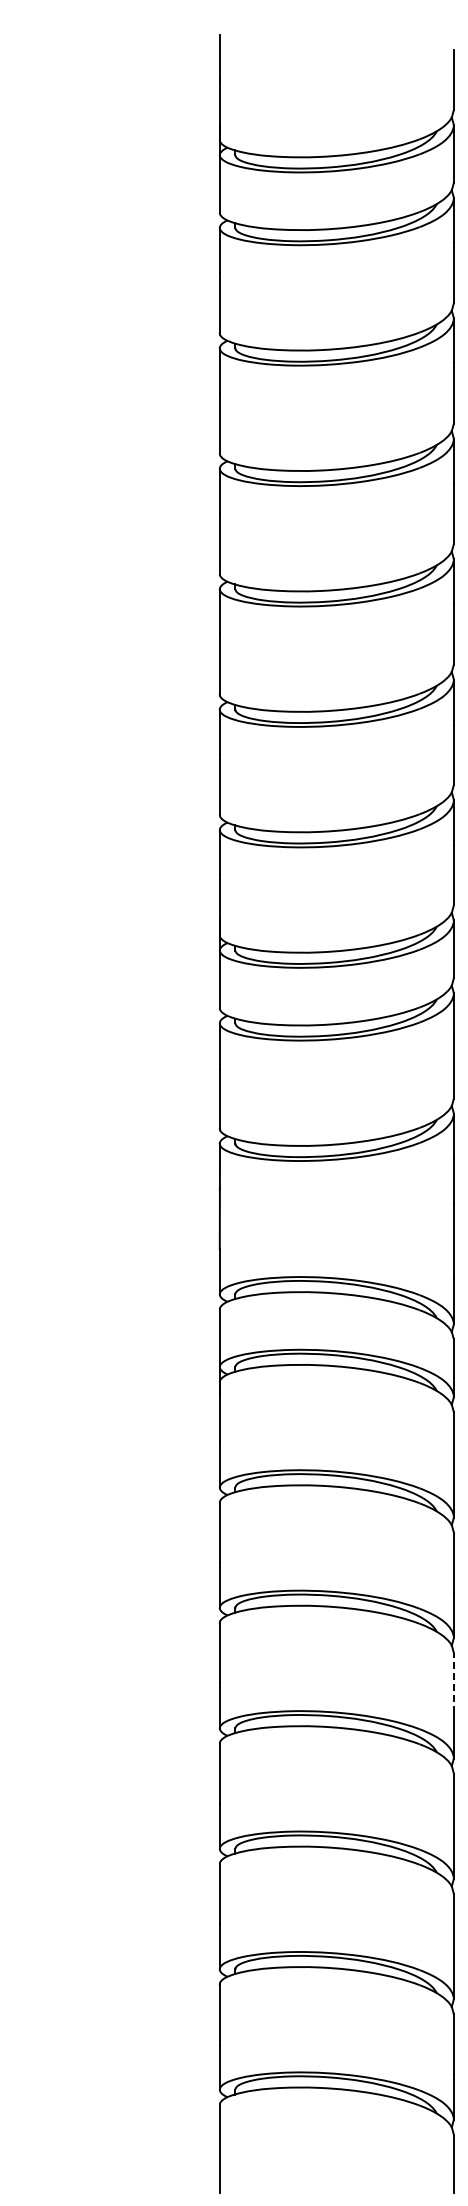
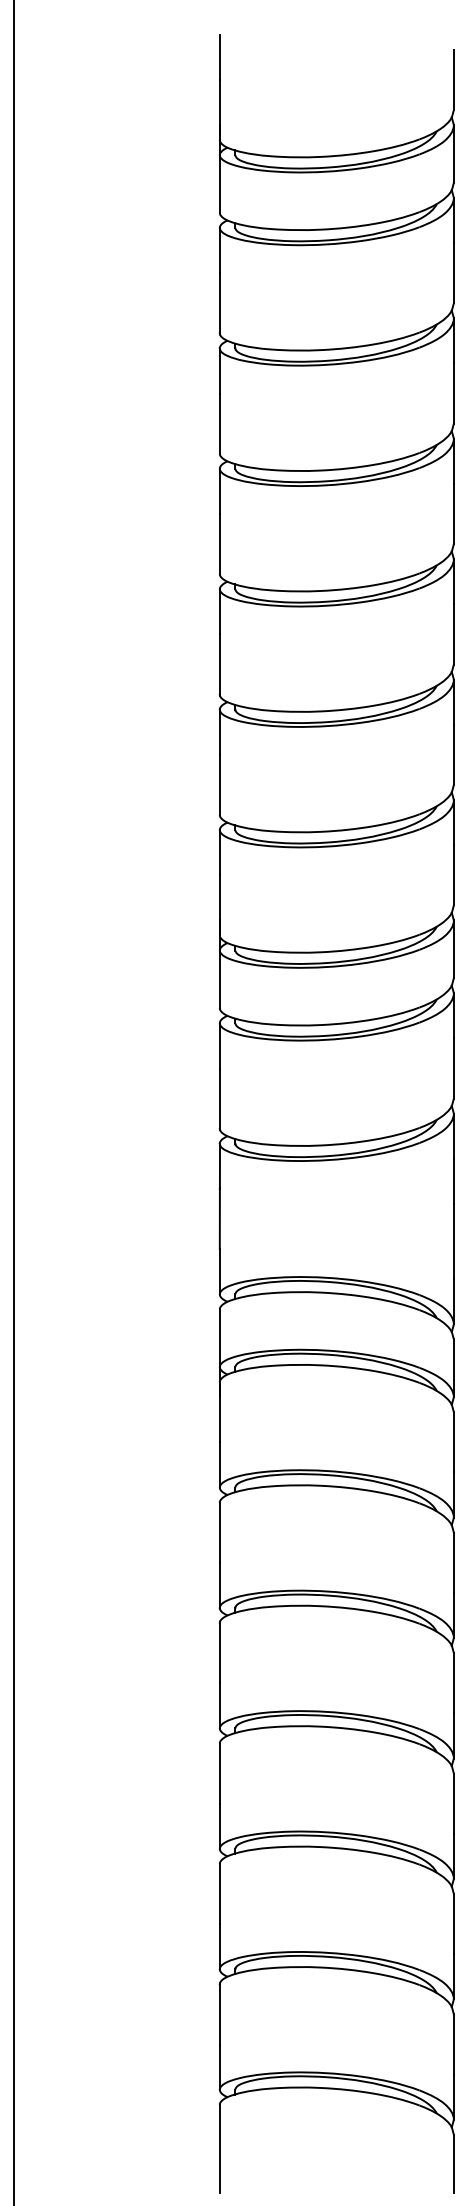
line at (14, 1102): none -> present
line at (453, 1682): dashed -> solid
